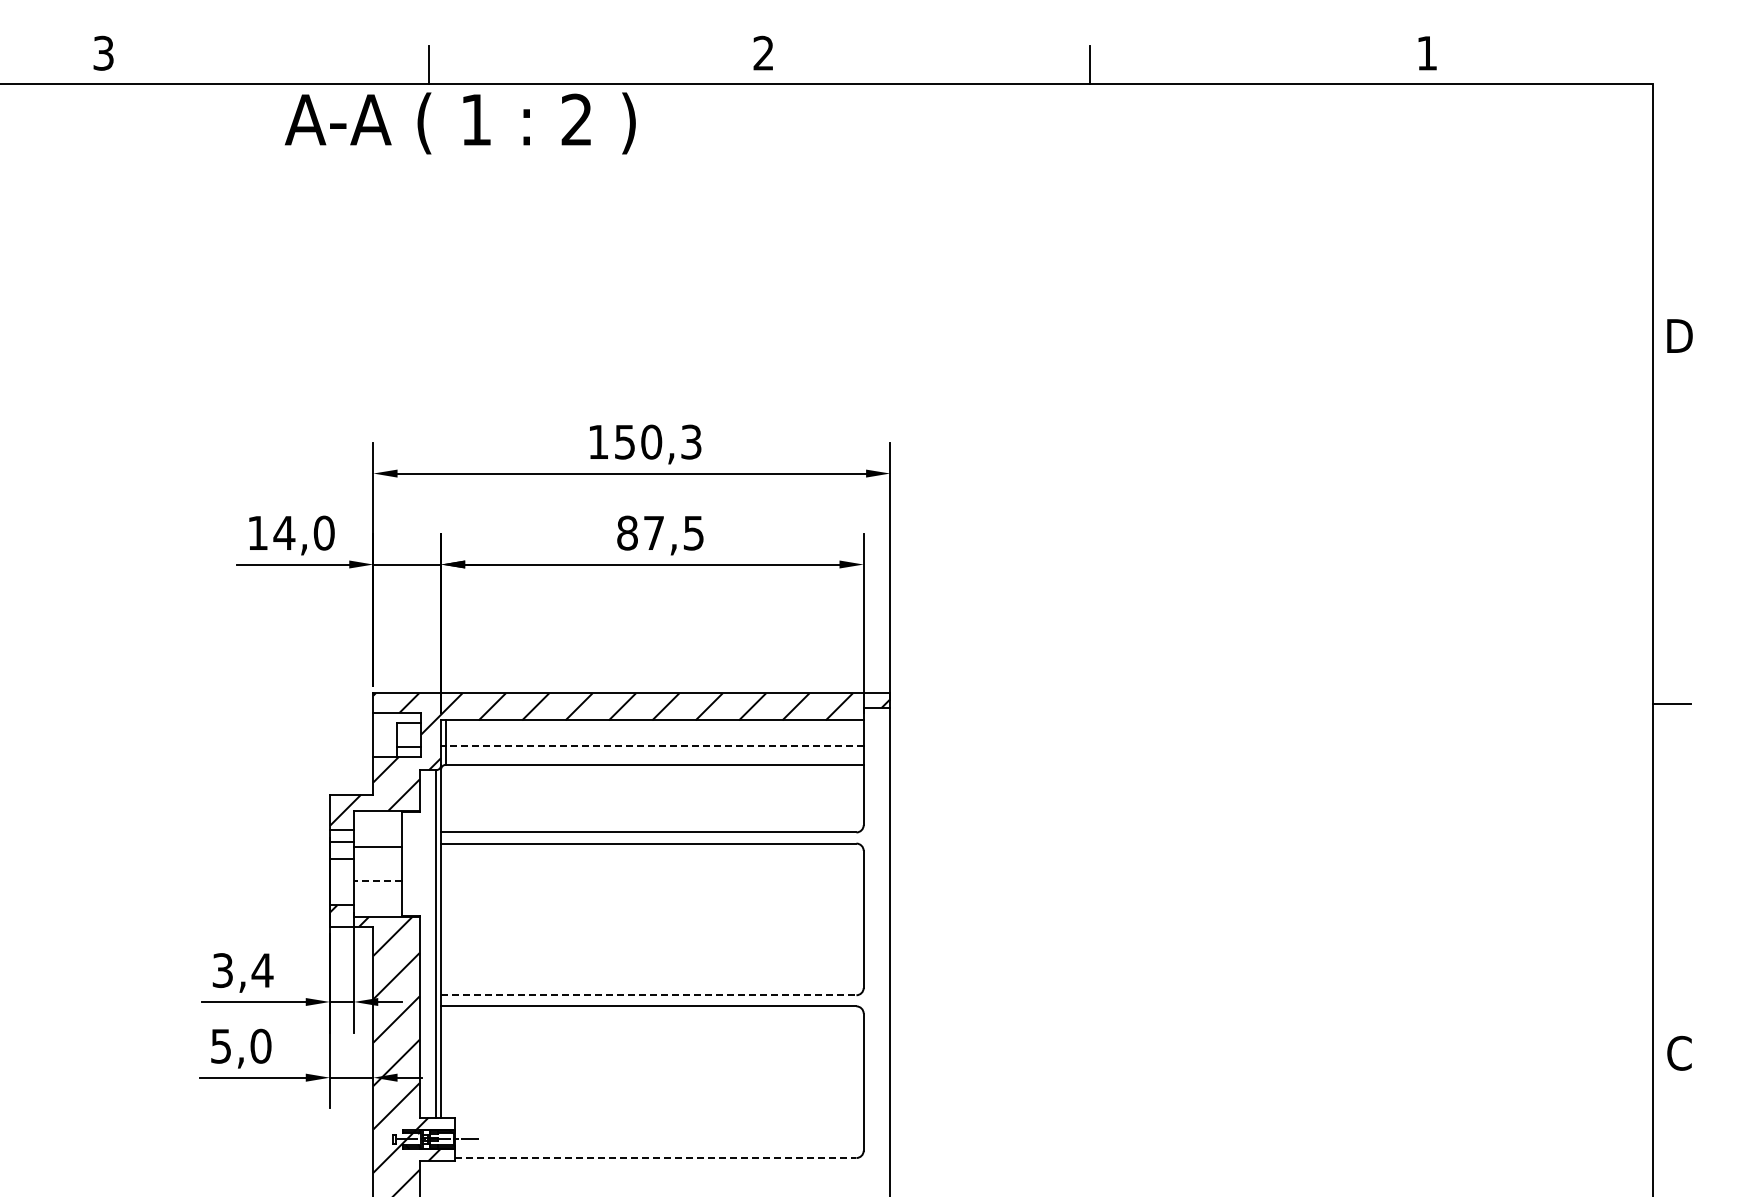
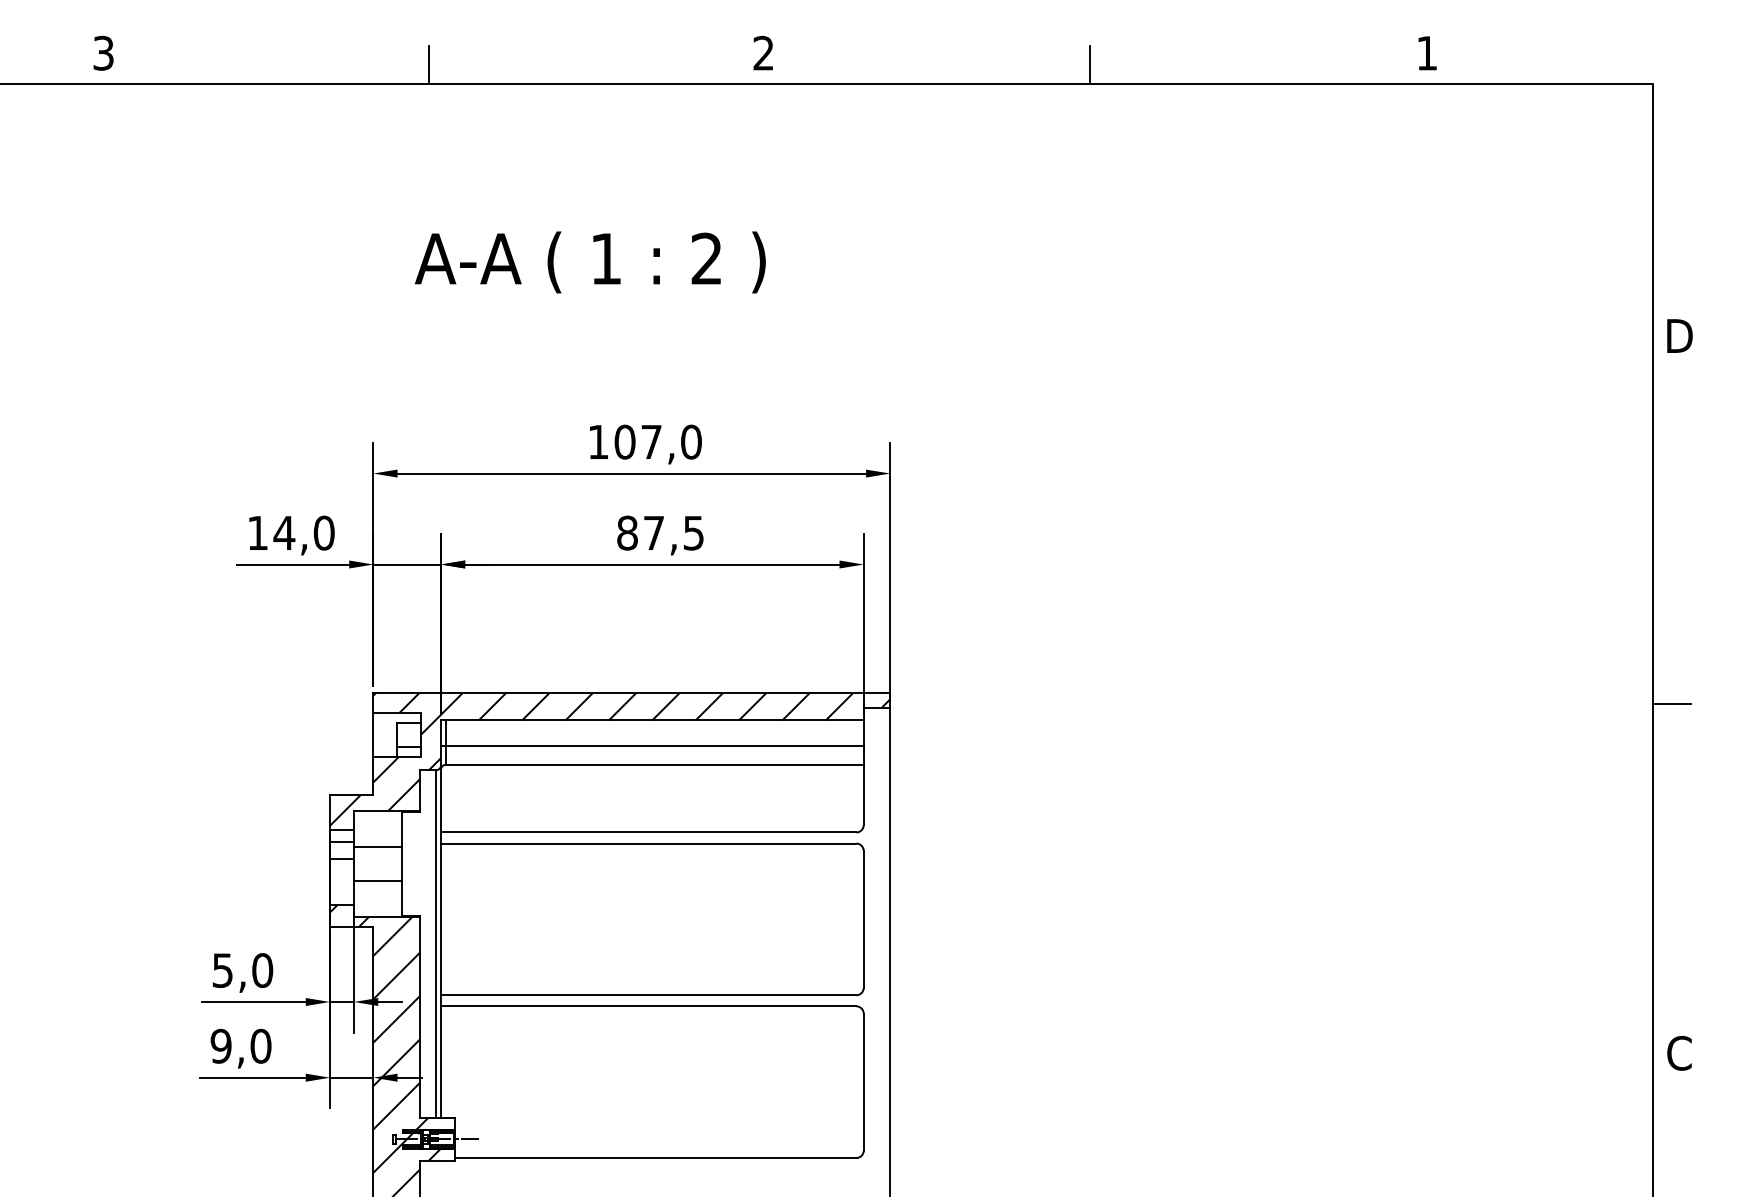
text at (460, 123) position: (460, 123) -> (590, 262)
text at (657, 441): 150,3 -> 107,0
line at (654, 745): dashed -> solid
line at (377, 880): dashed -> solid
text at (243, 970): 3,4 -> 5,0
line at (648, 995): dashed -> solid
text at (220, 1045): 5,0 -> 9,0
line at (655, 1158): dashed -> solid
